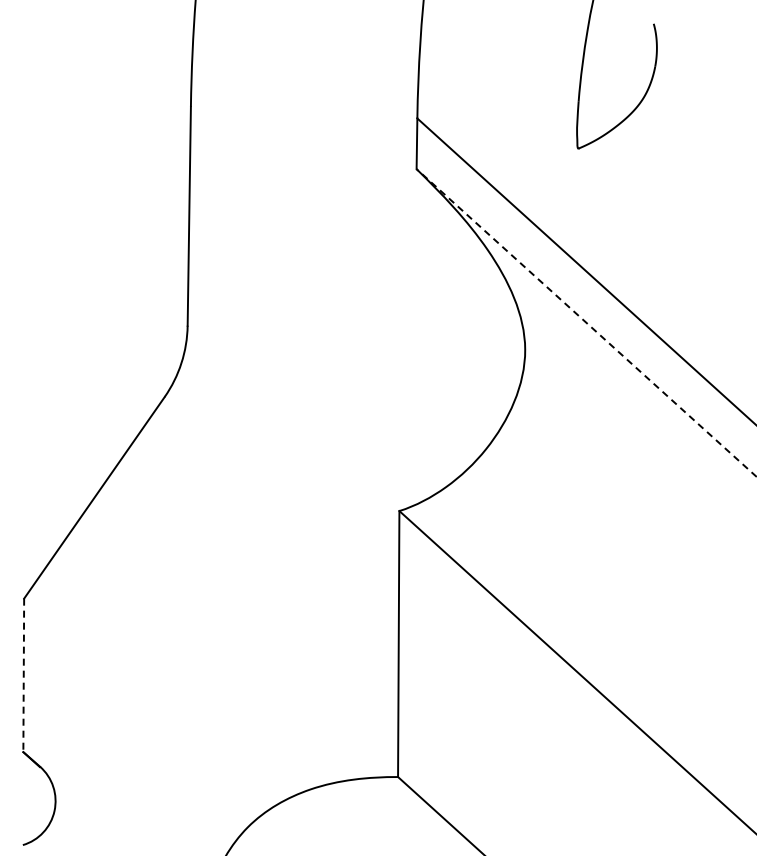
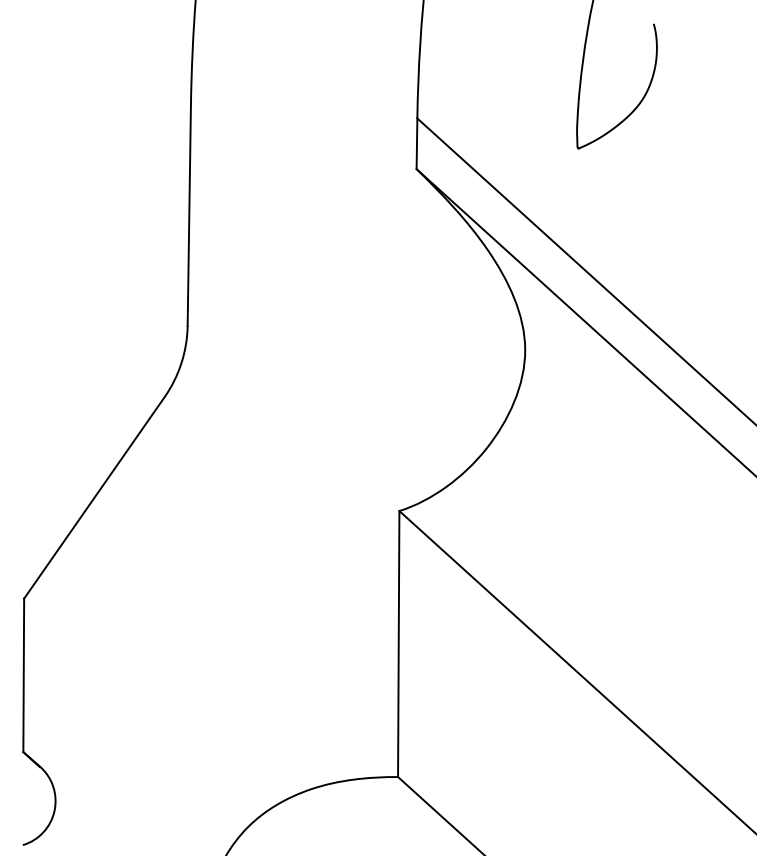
line at (586, 322): dashed -> solid
line at (23, 675): dashed -> solid
